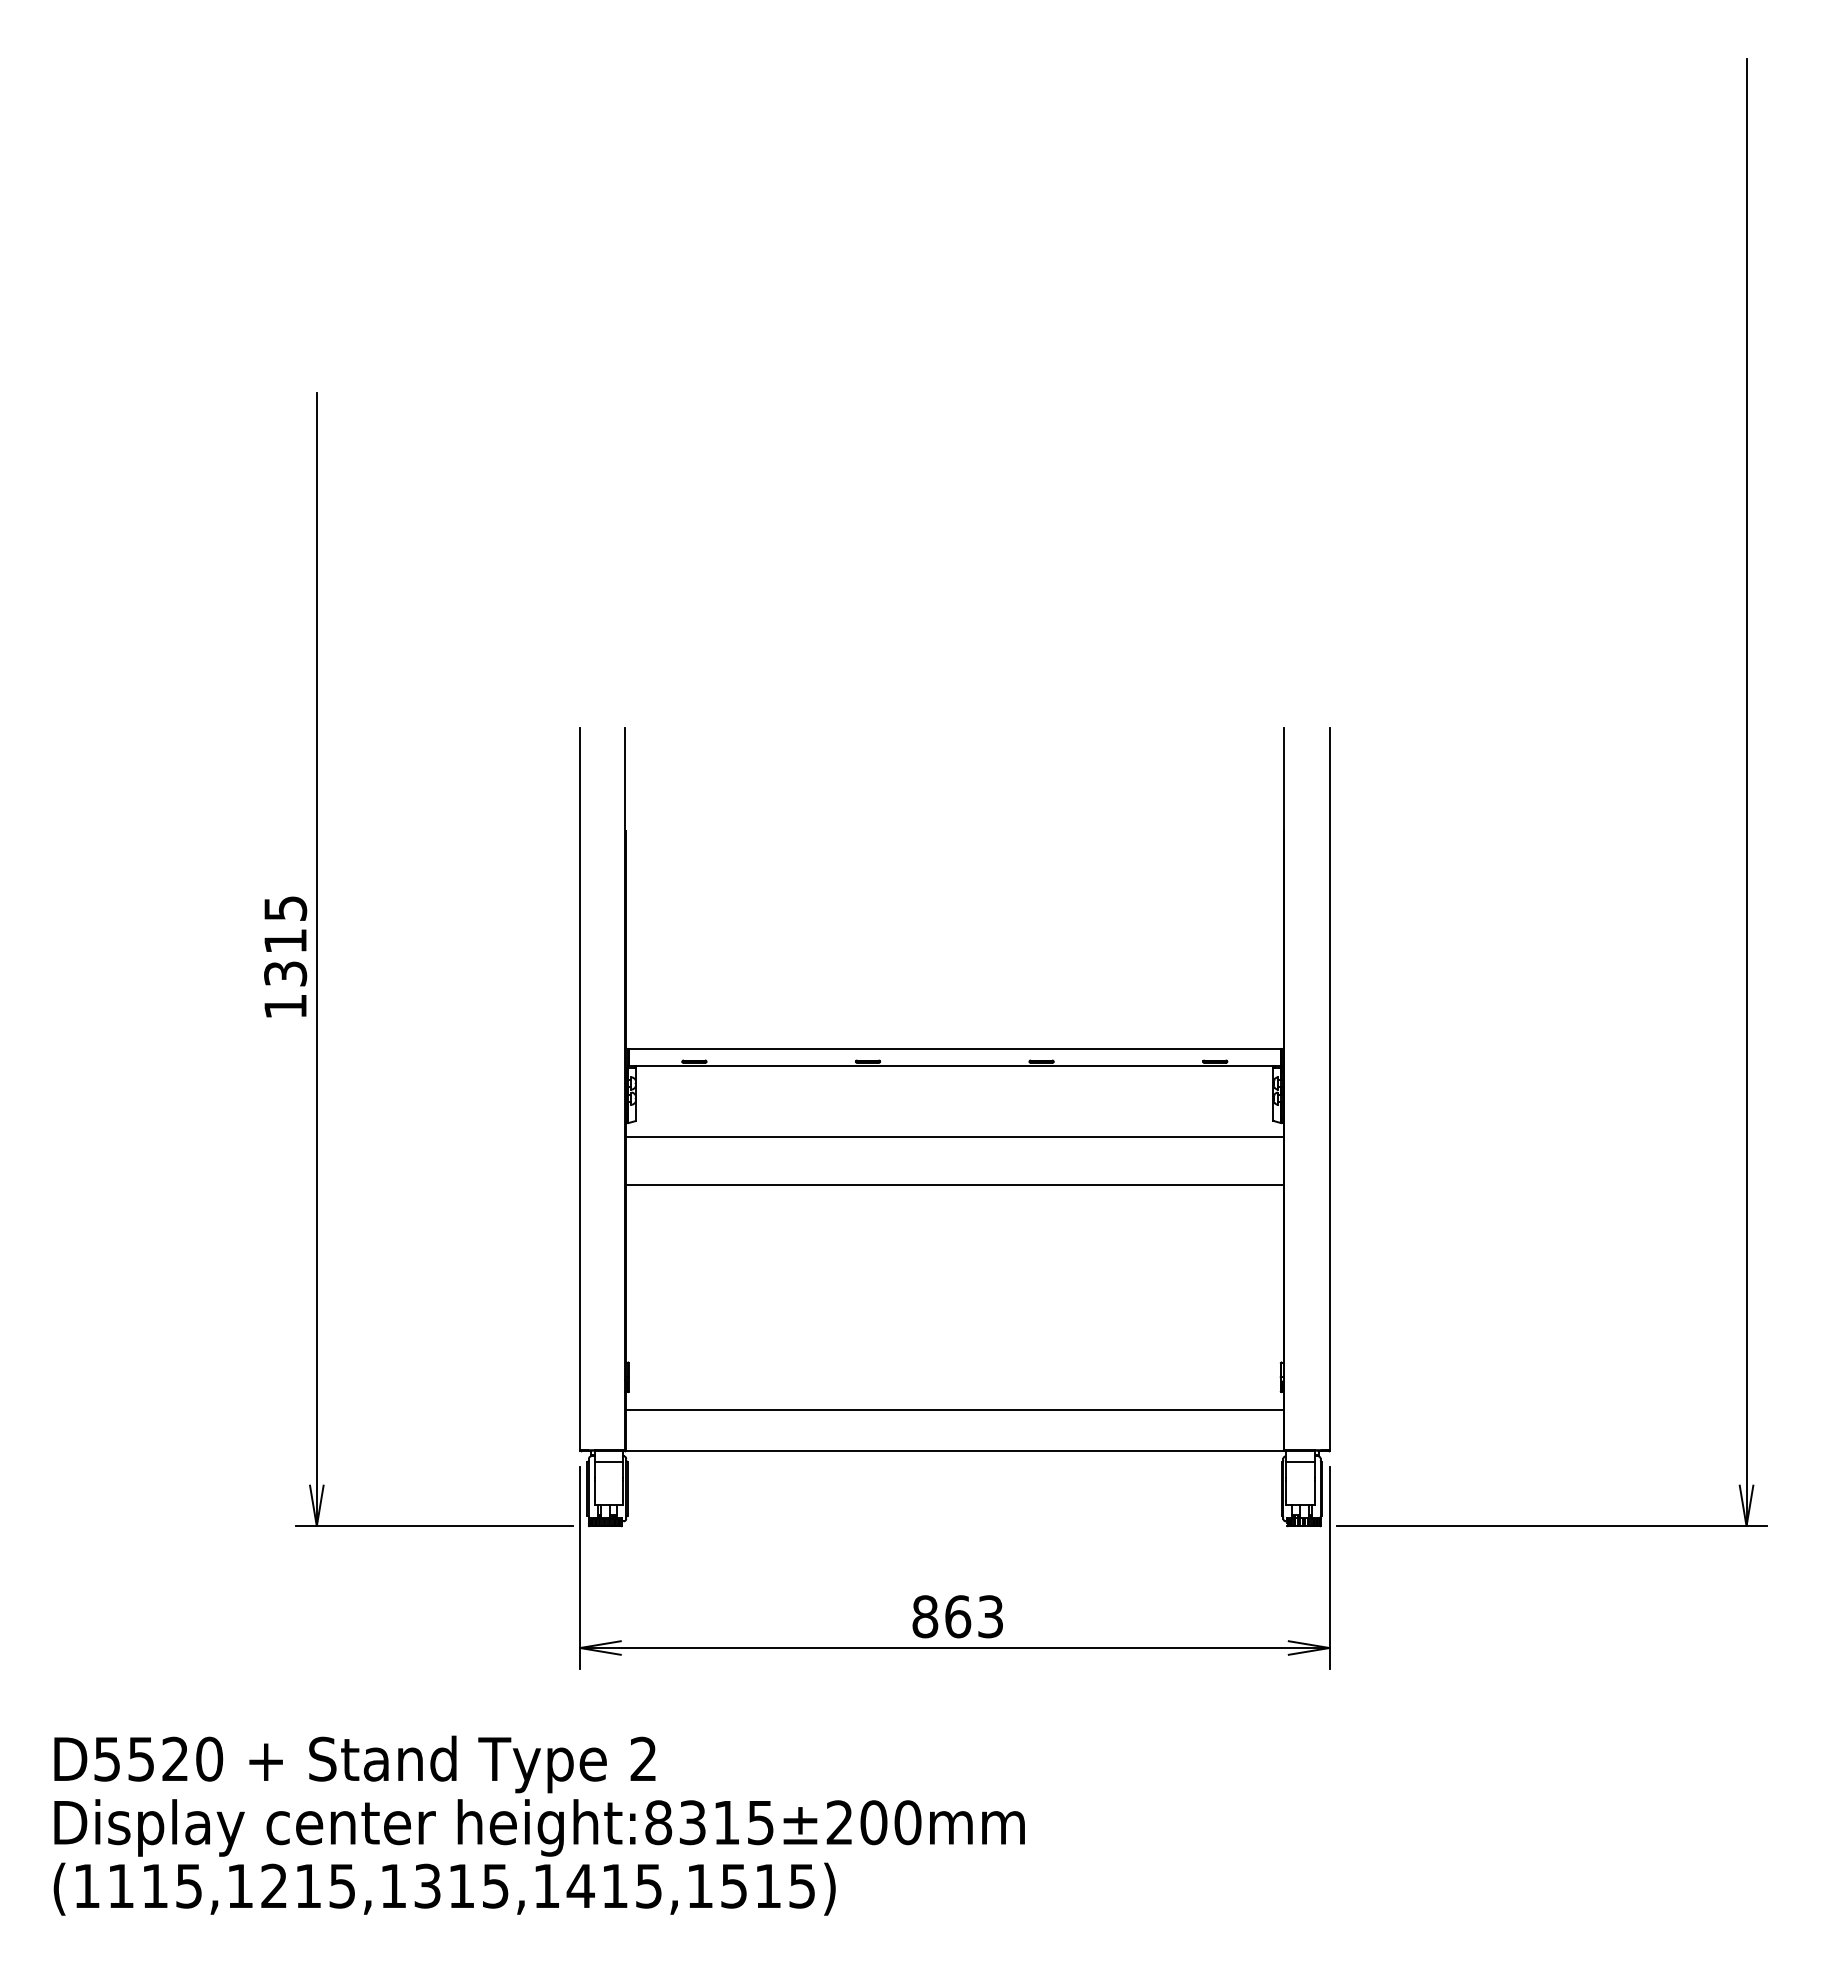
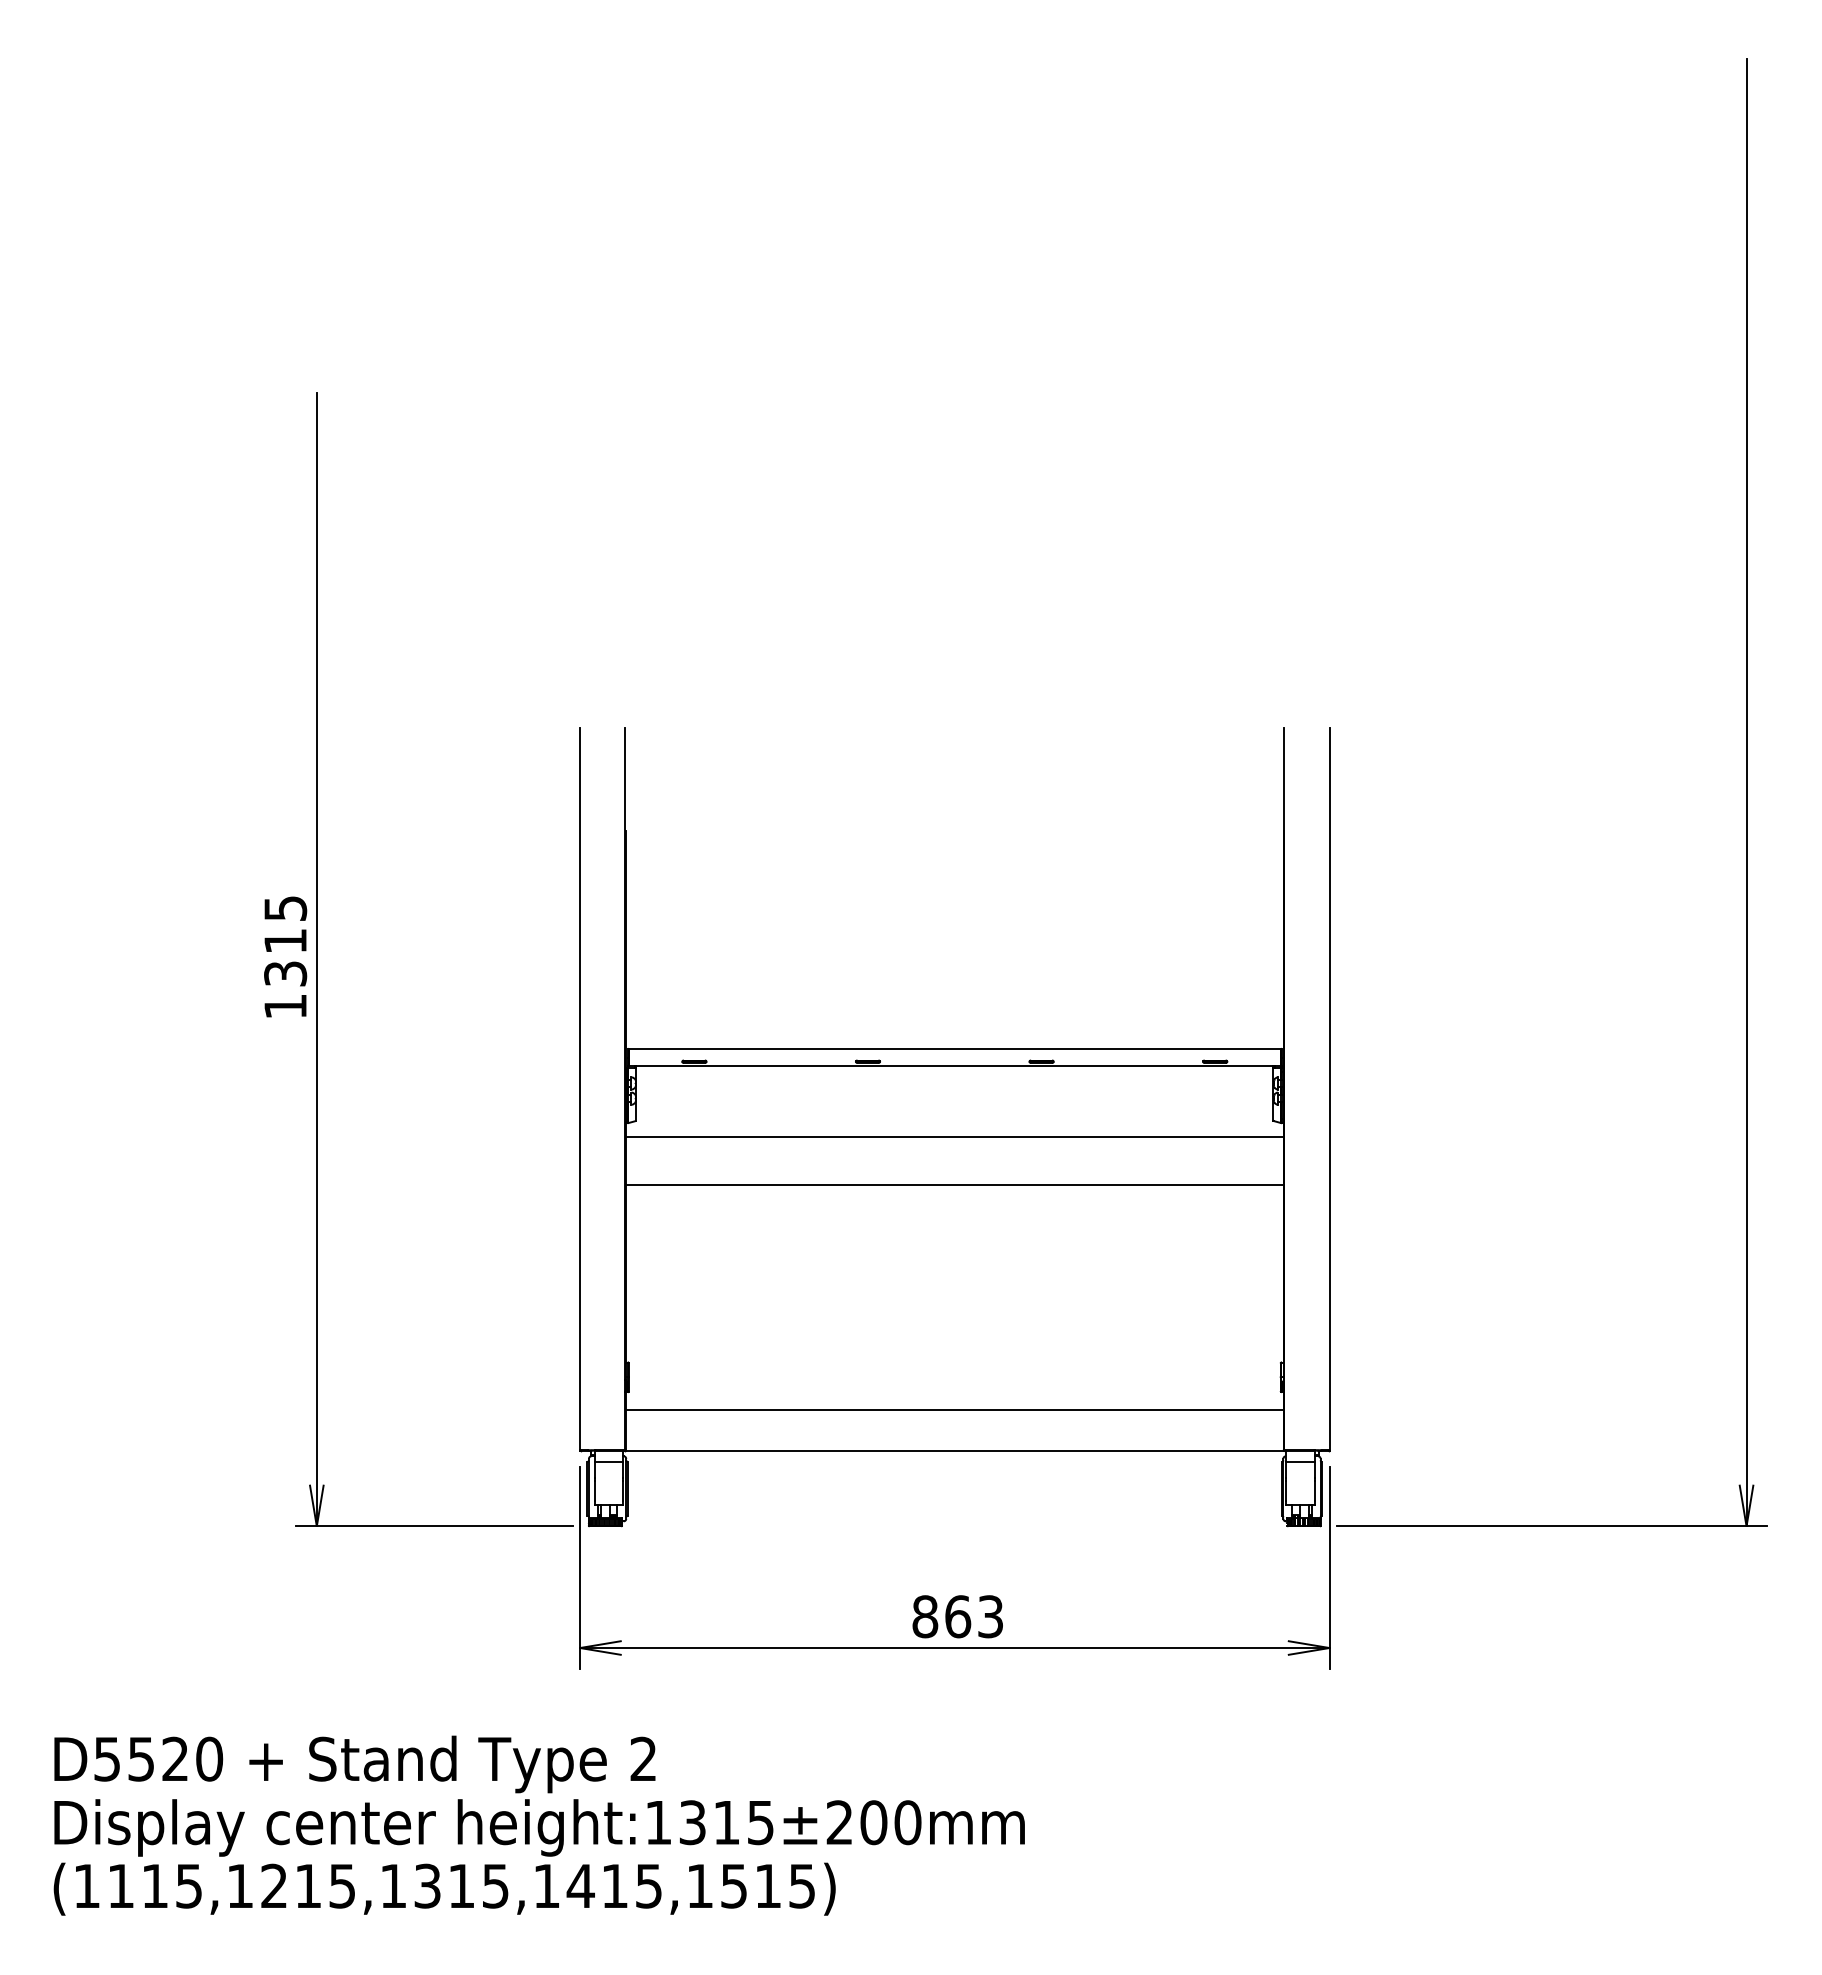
text at (658, 1822): height:8315±200mm -> height:1315±200mm
